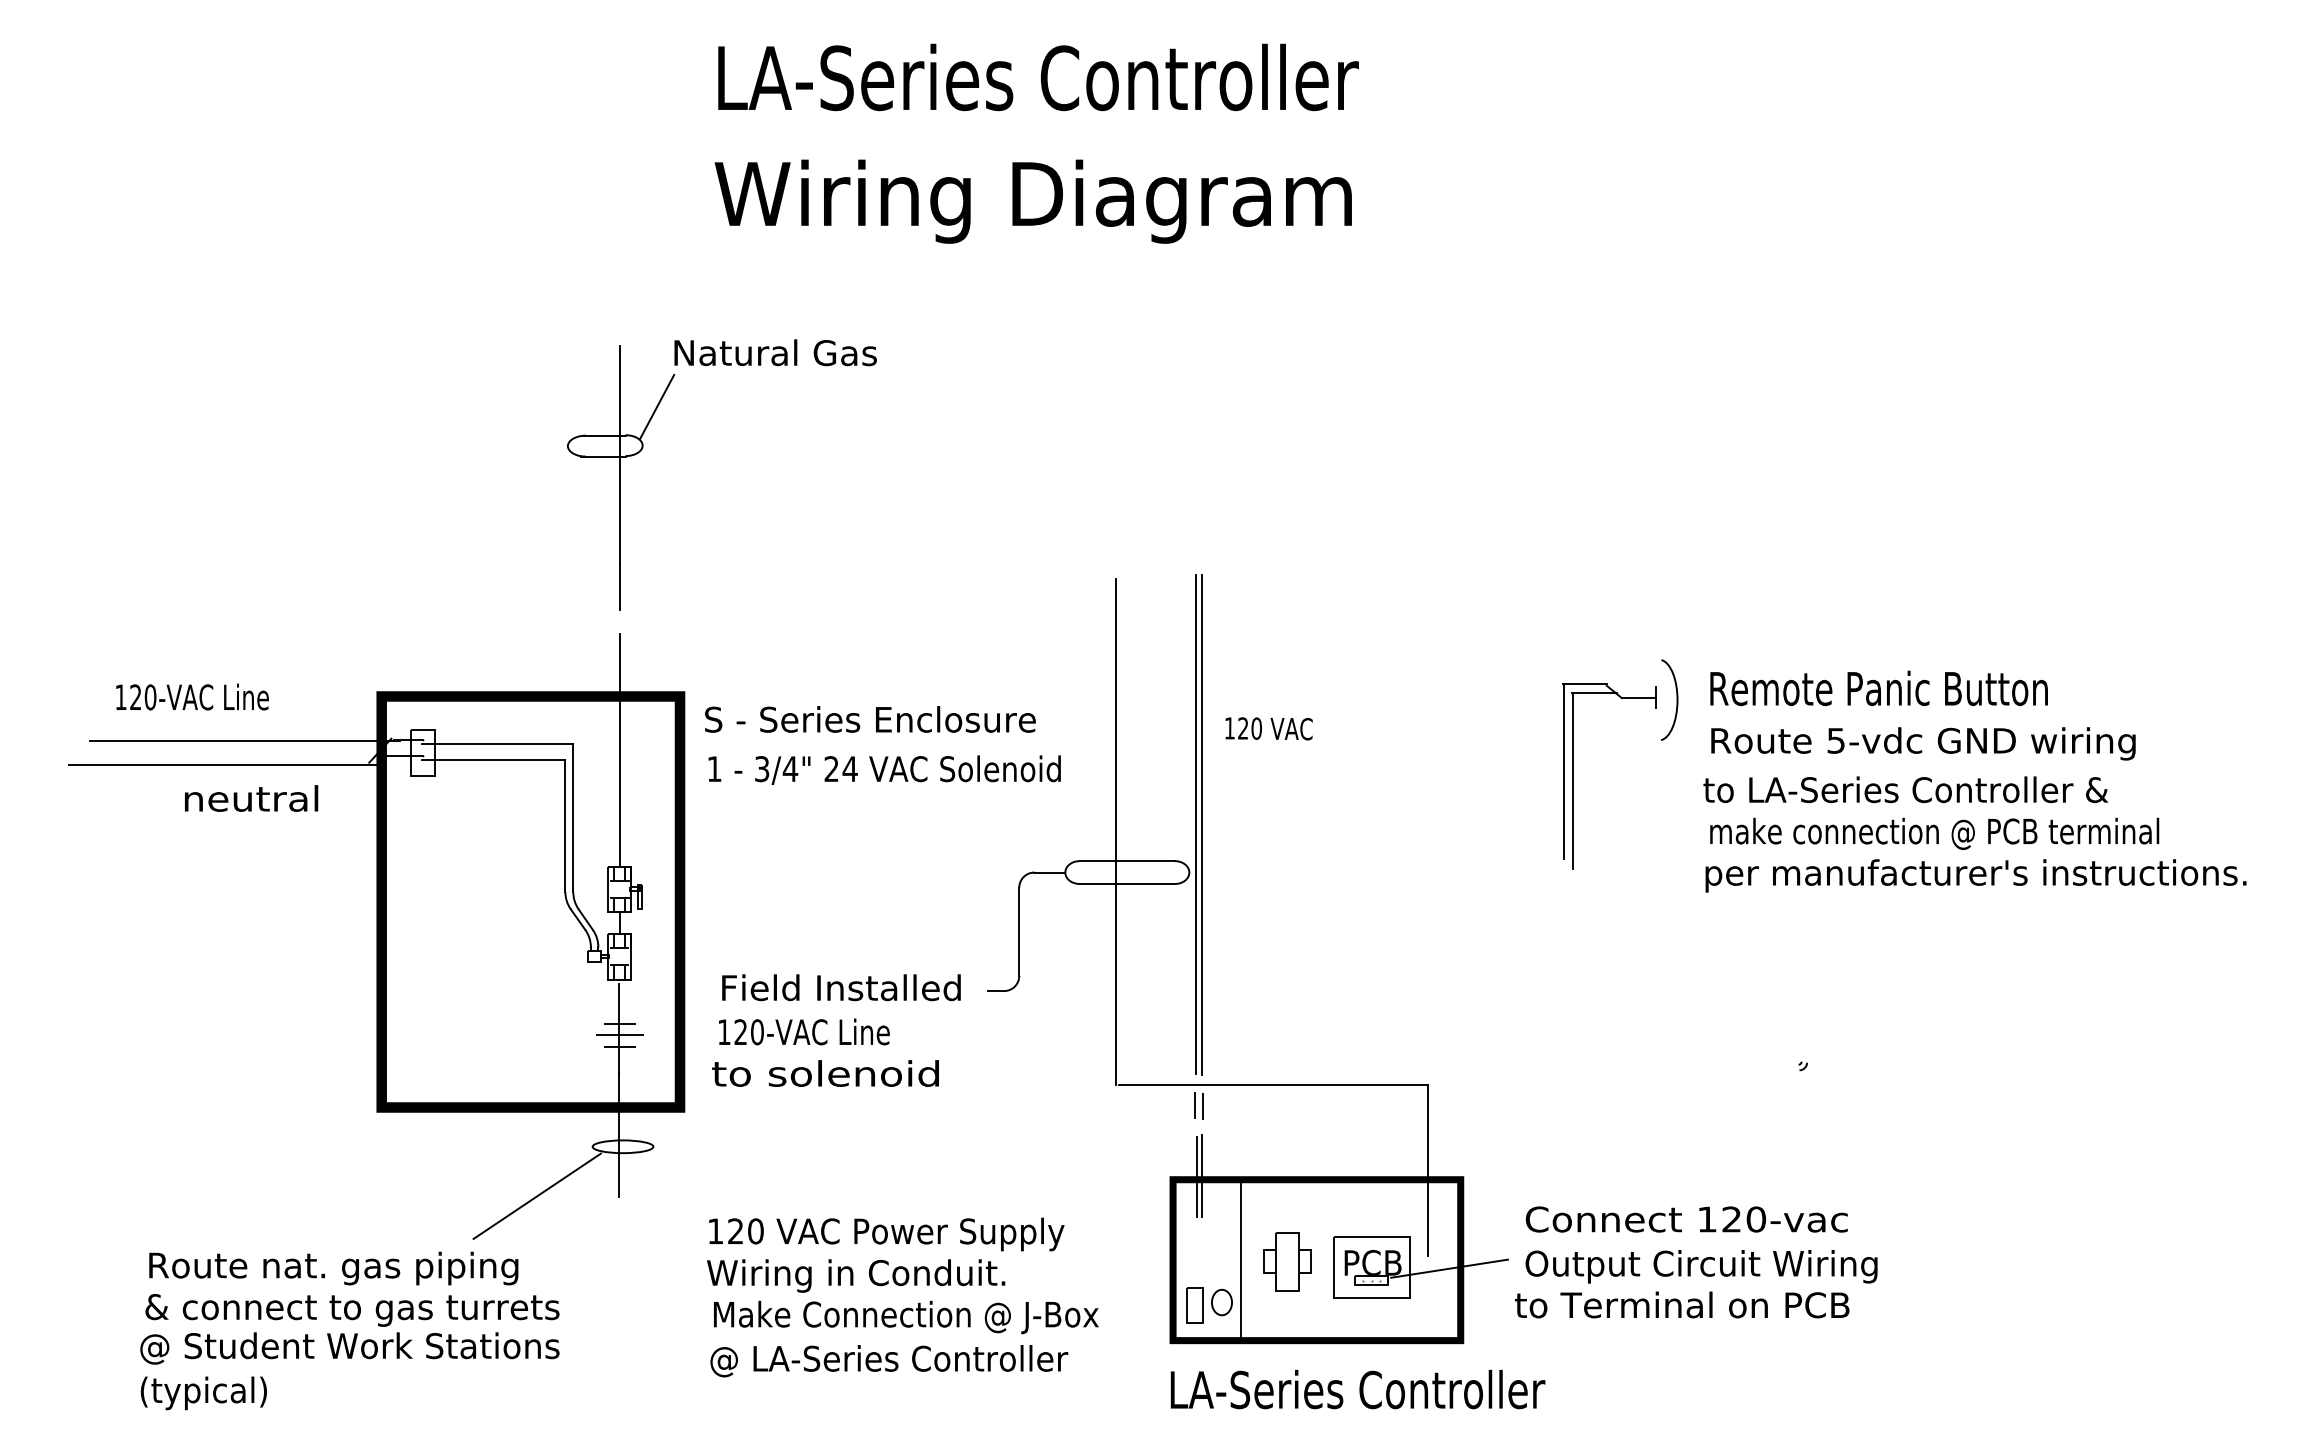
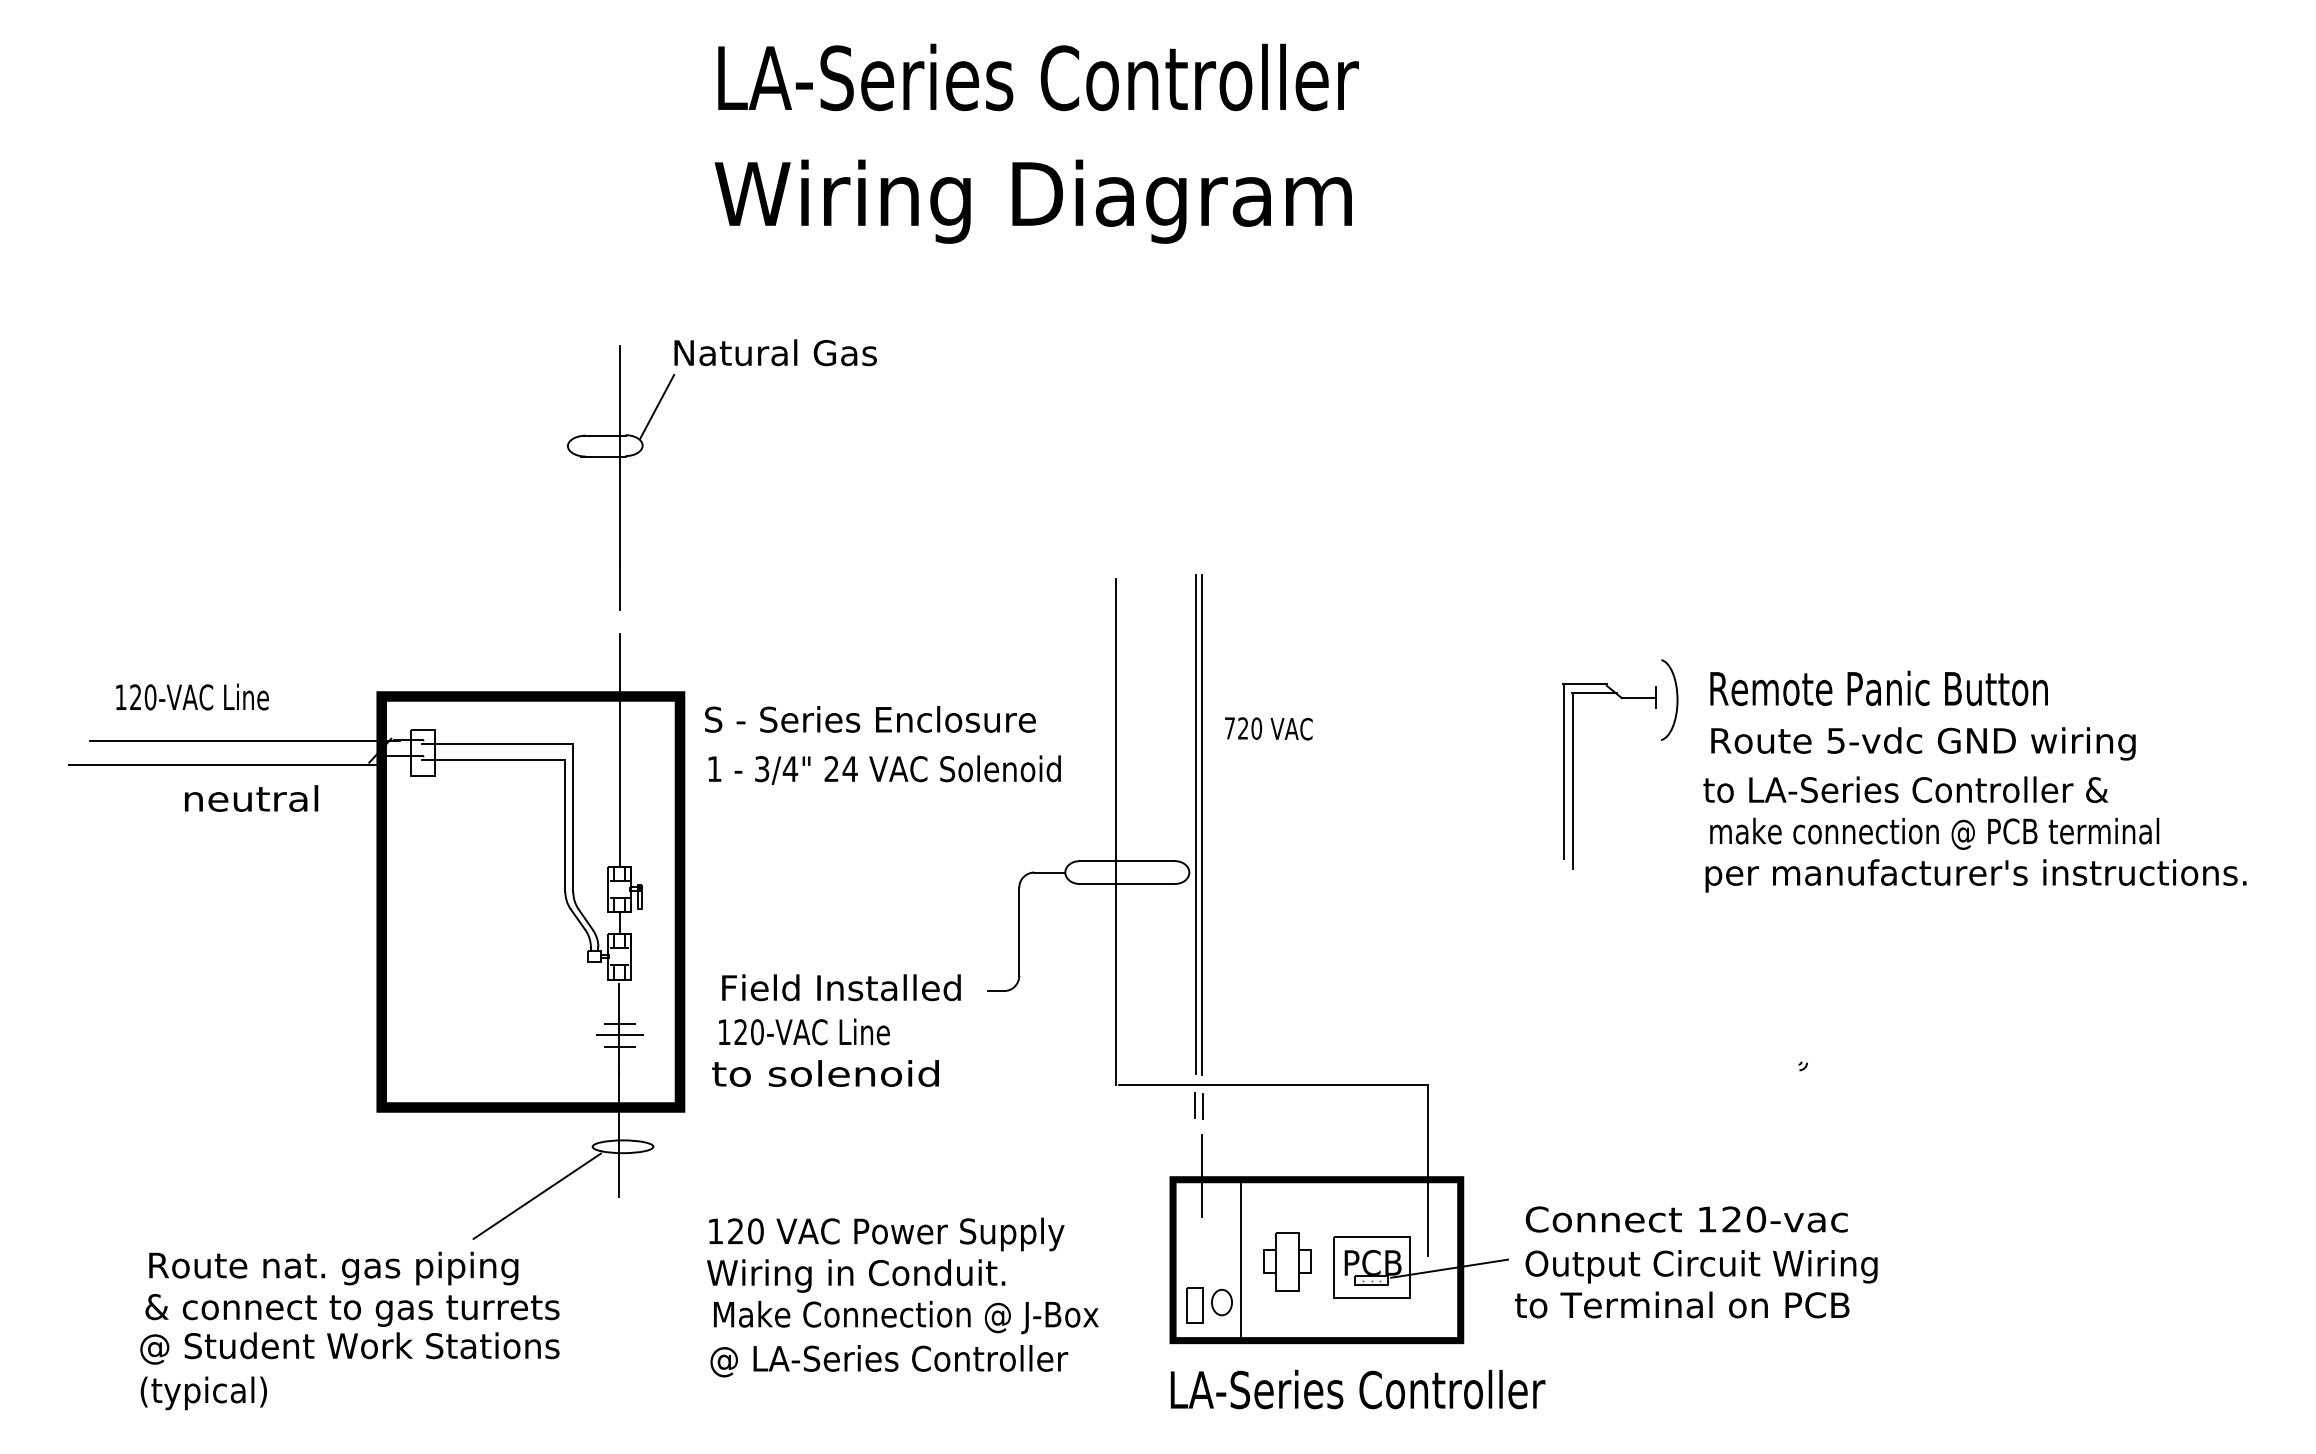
text at (1229, 728): 120 -> 720
line at (1196, 1176): present -> none
